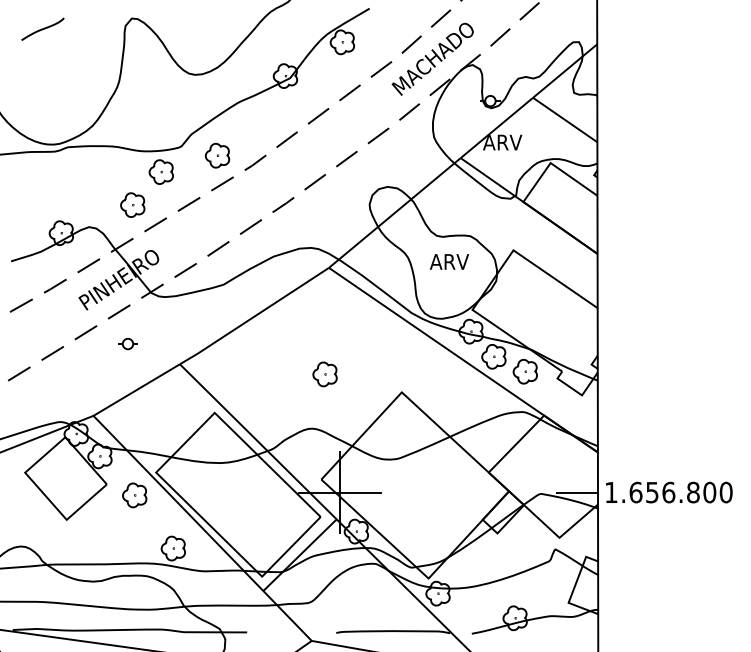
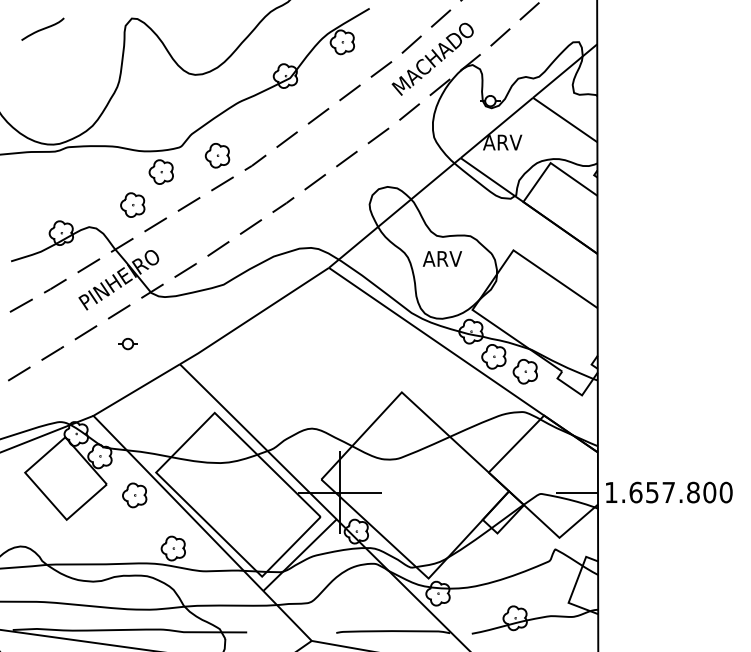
text at (449, 261) position: (449, 261) -> (442, 258)
part at (324, 374): present -> none
text at (668, 492): 1.656.800 -> 1.657.800
